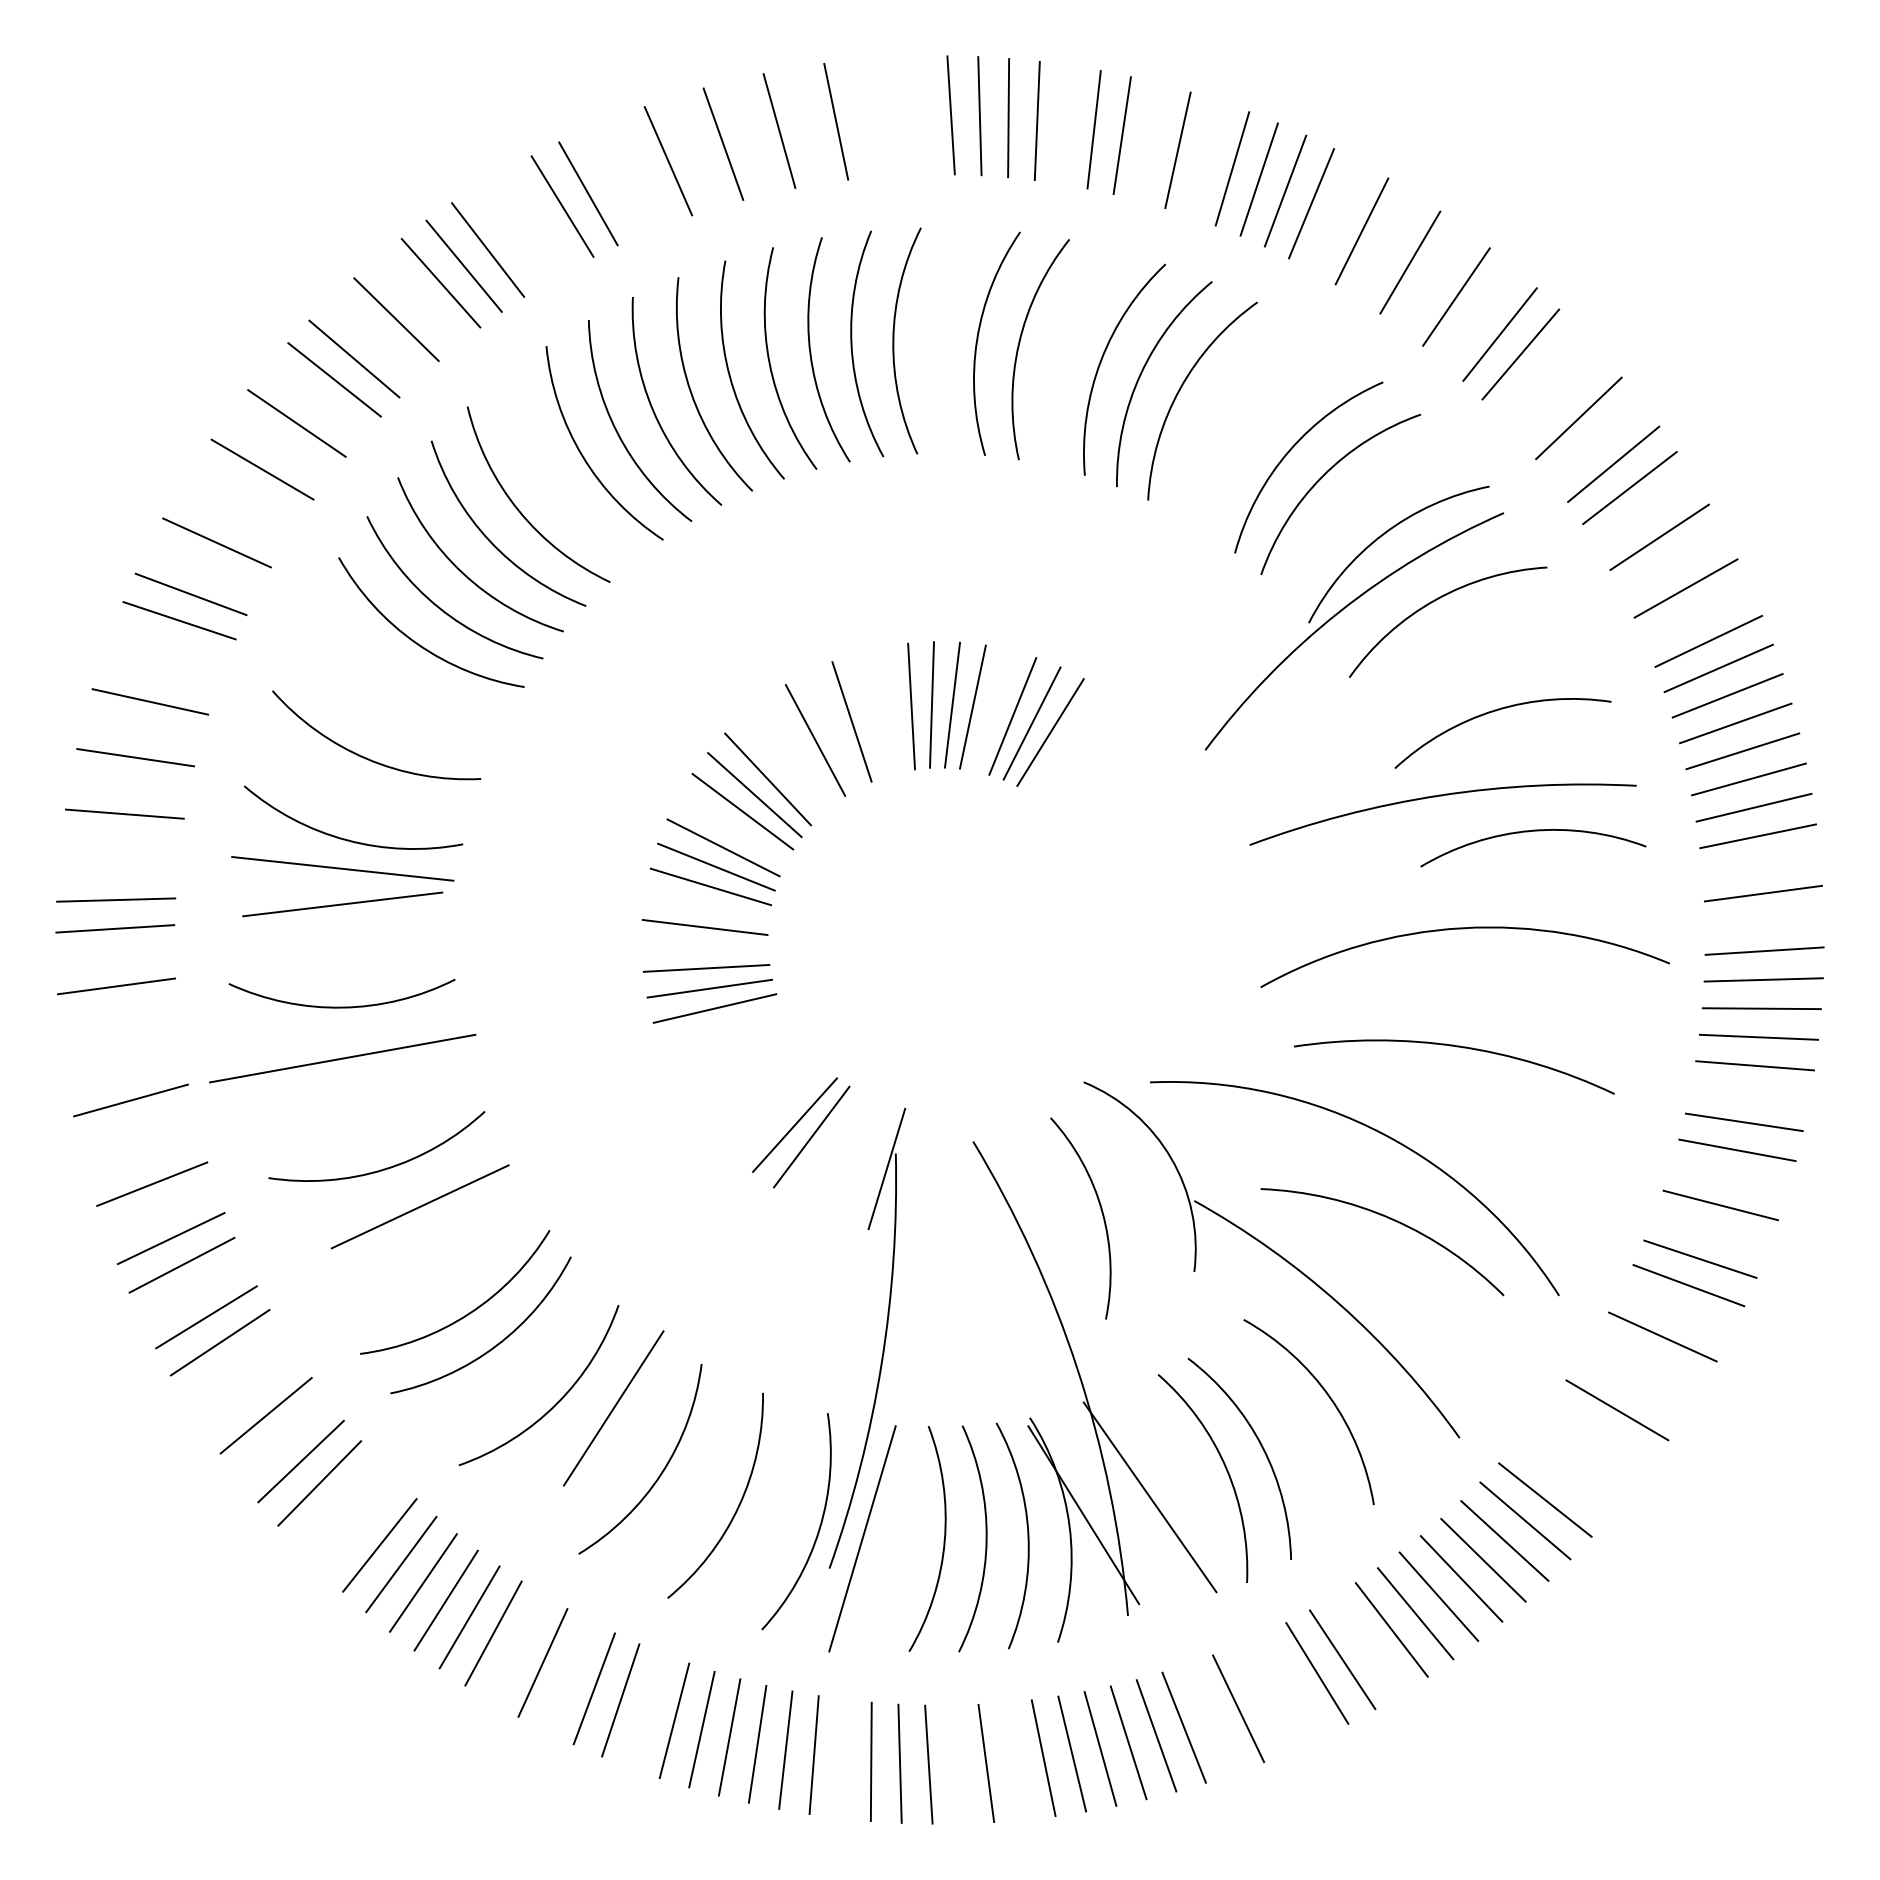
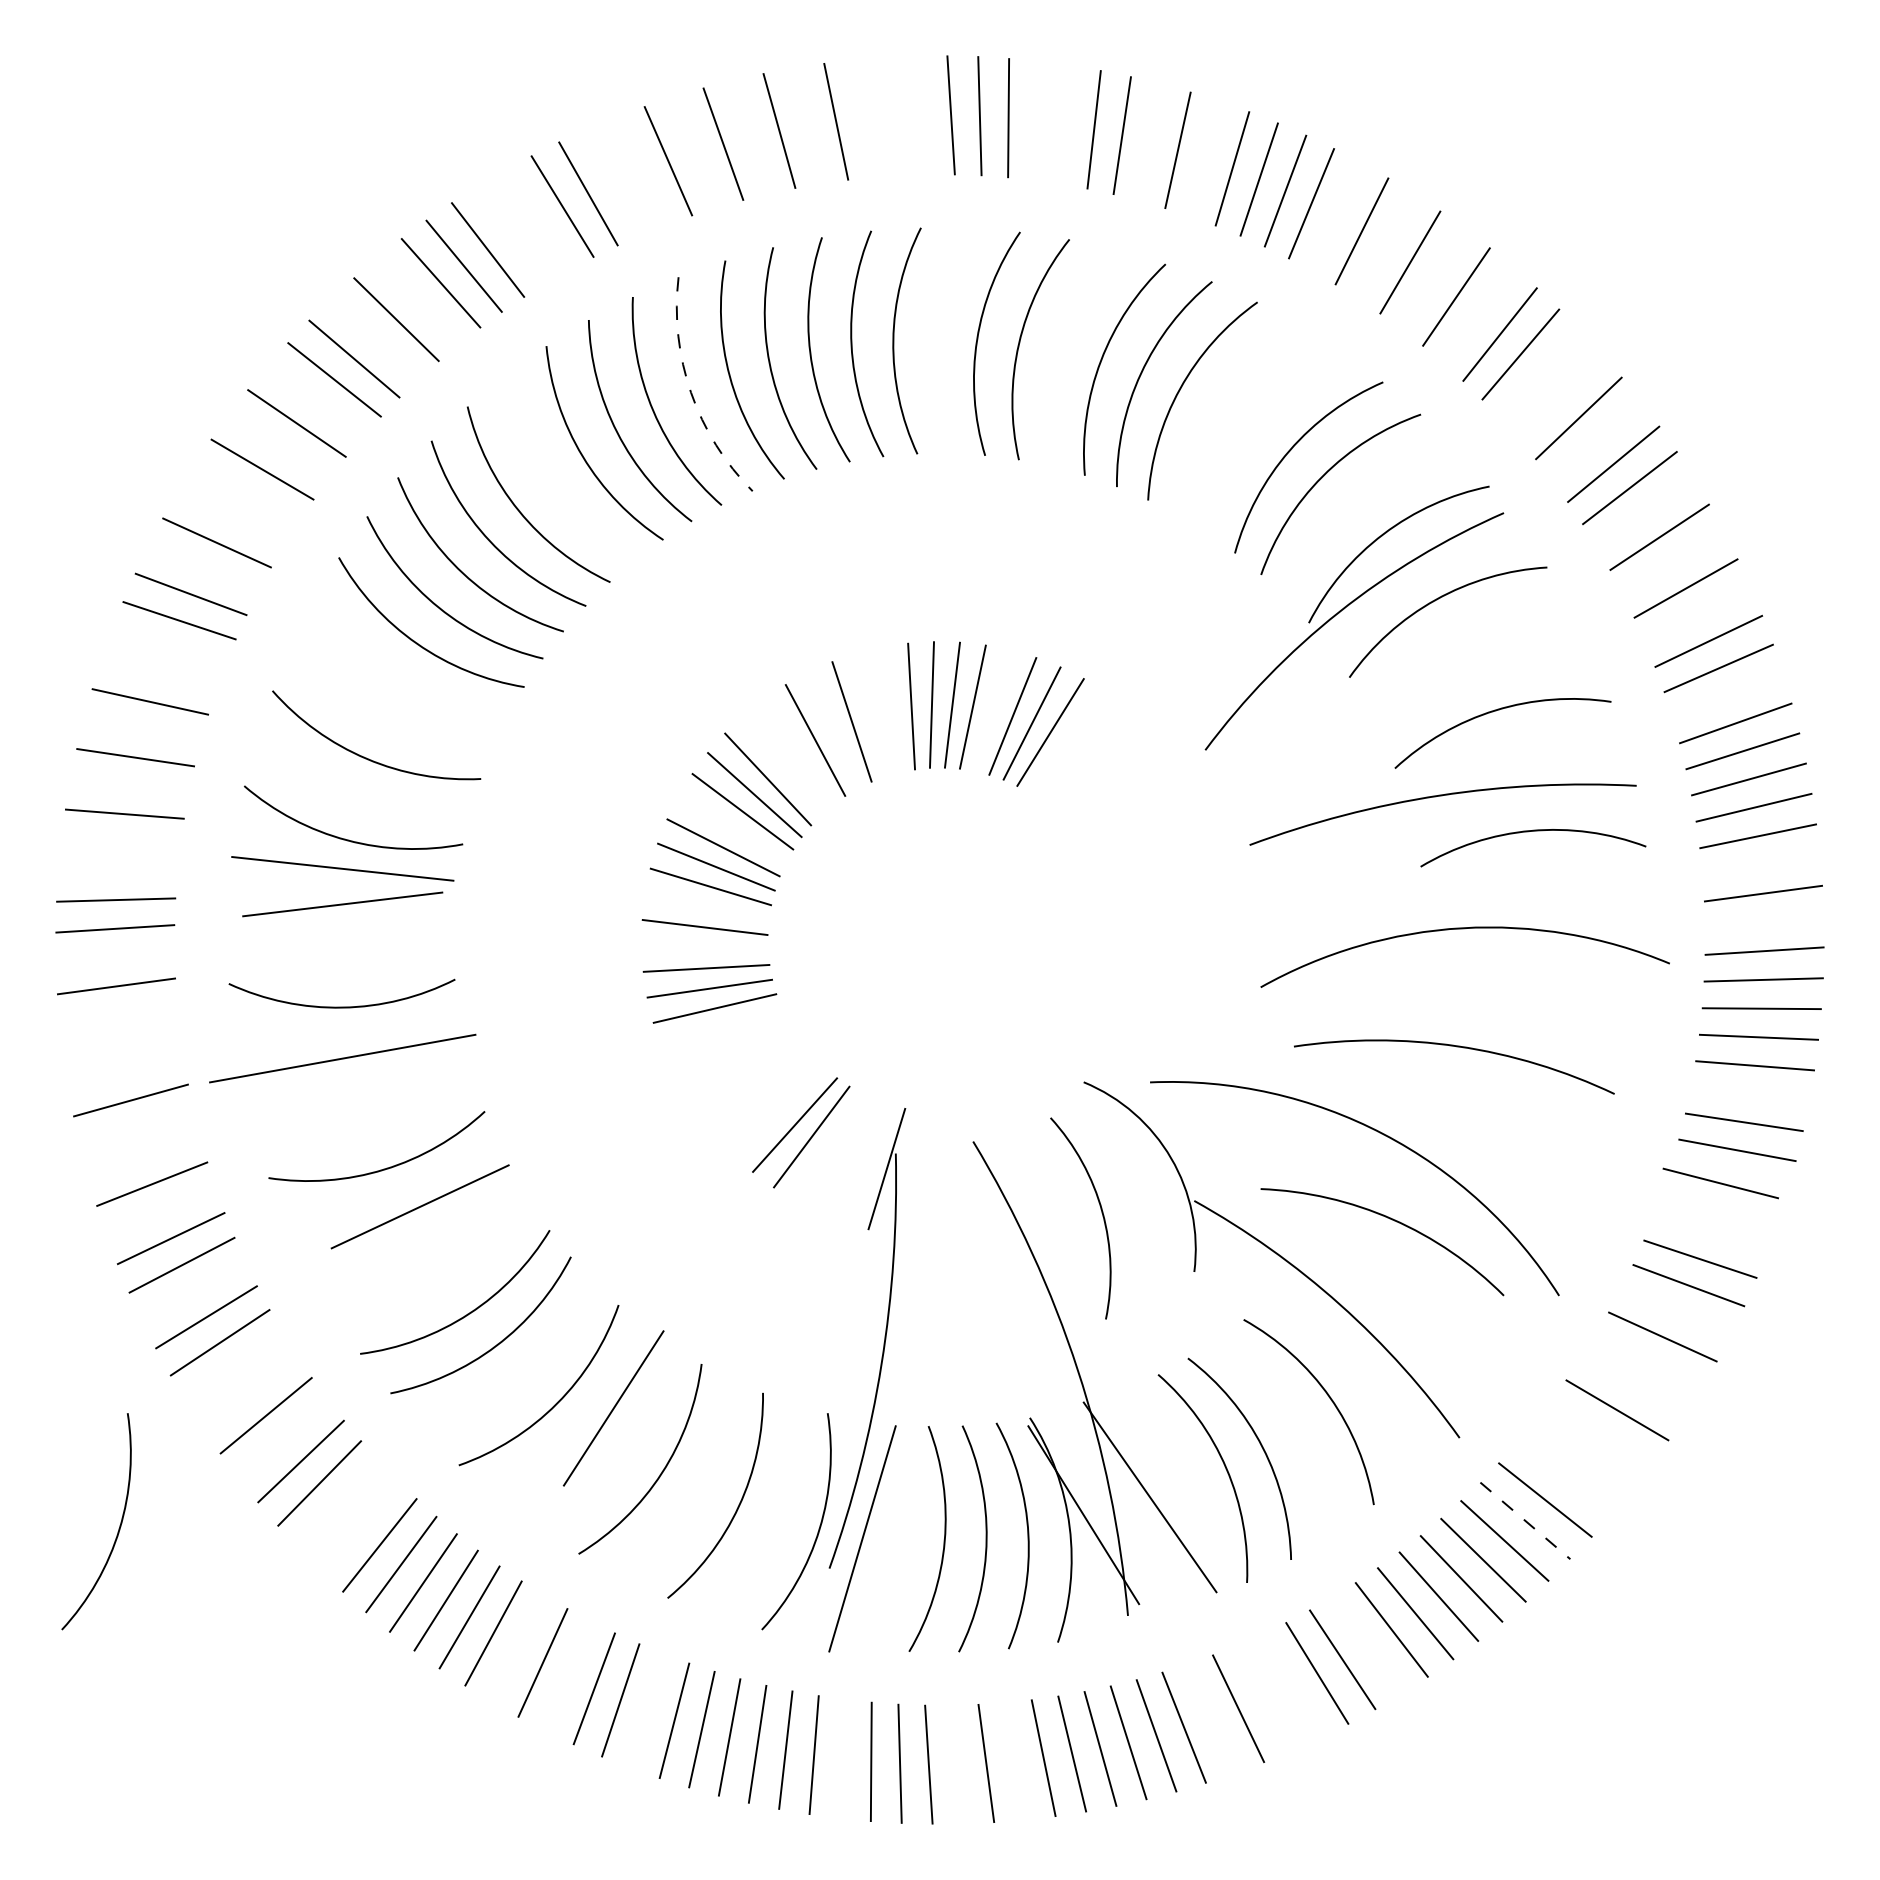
line at (1036, 120): present -> none
arc at (691, 392): solid -> dashed
line at (1727, 695): present -> none
line at (1720, 1205) position: (1720, 1205) -> (1720, 1183)
line at (1525, 1521): solid -> dashed
arc at (118, 1528): none -> present
